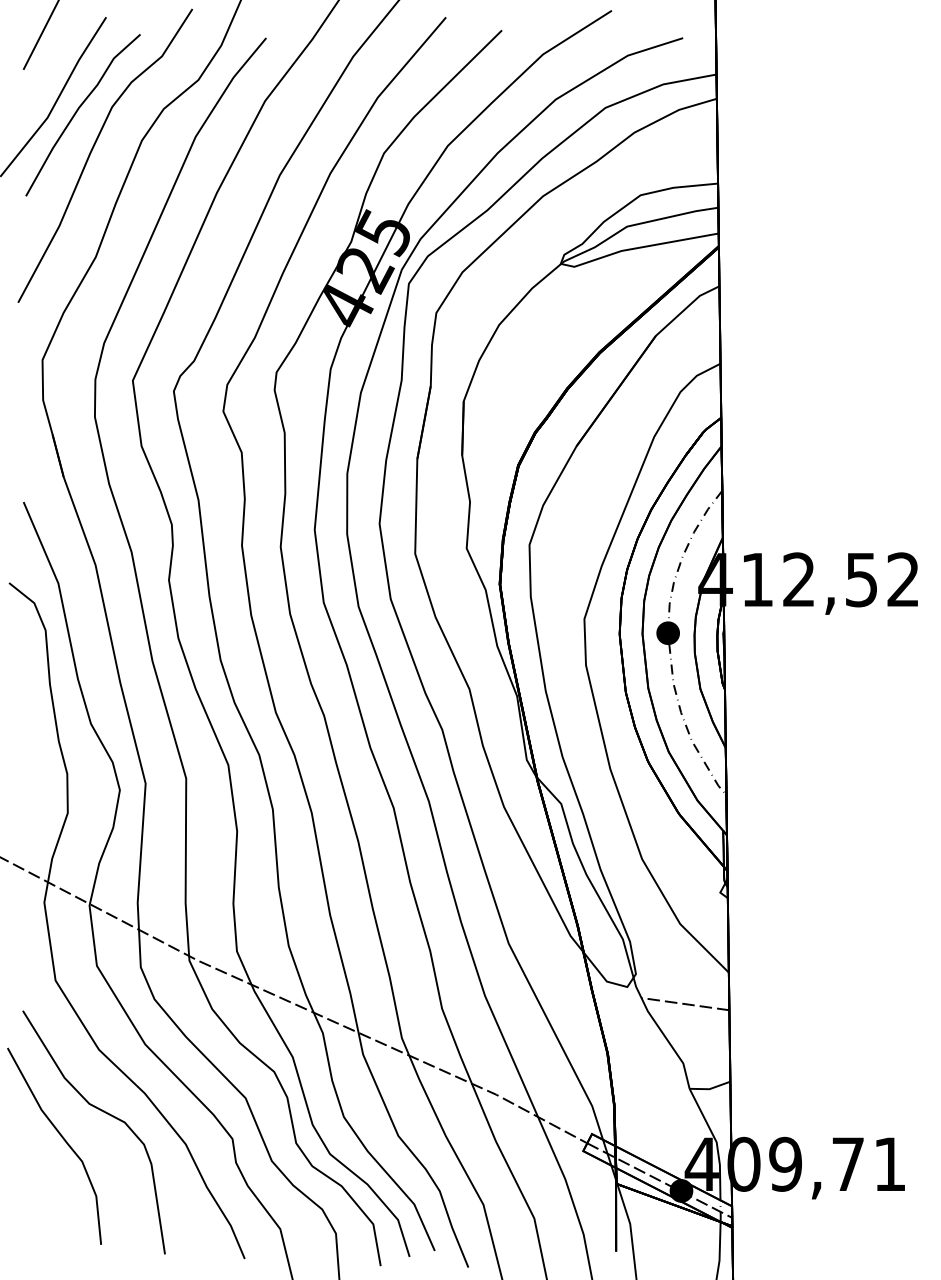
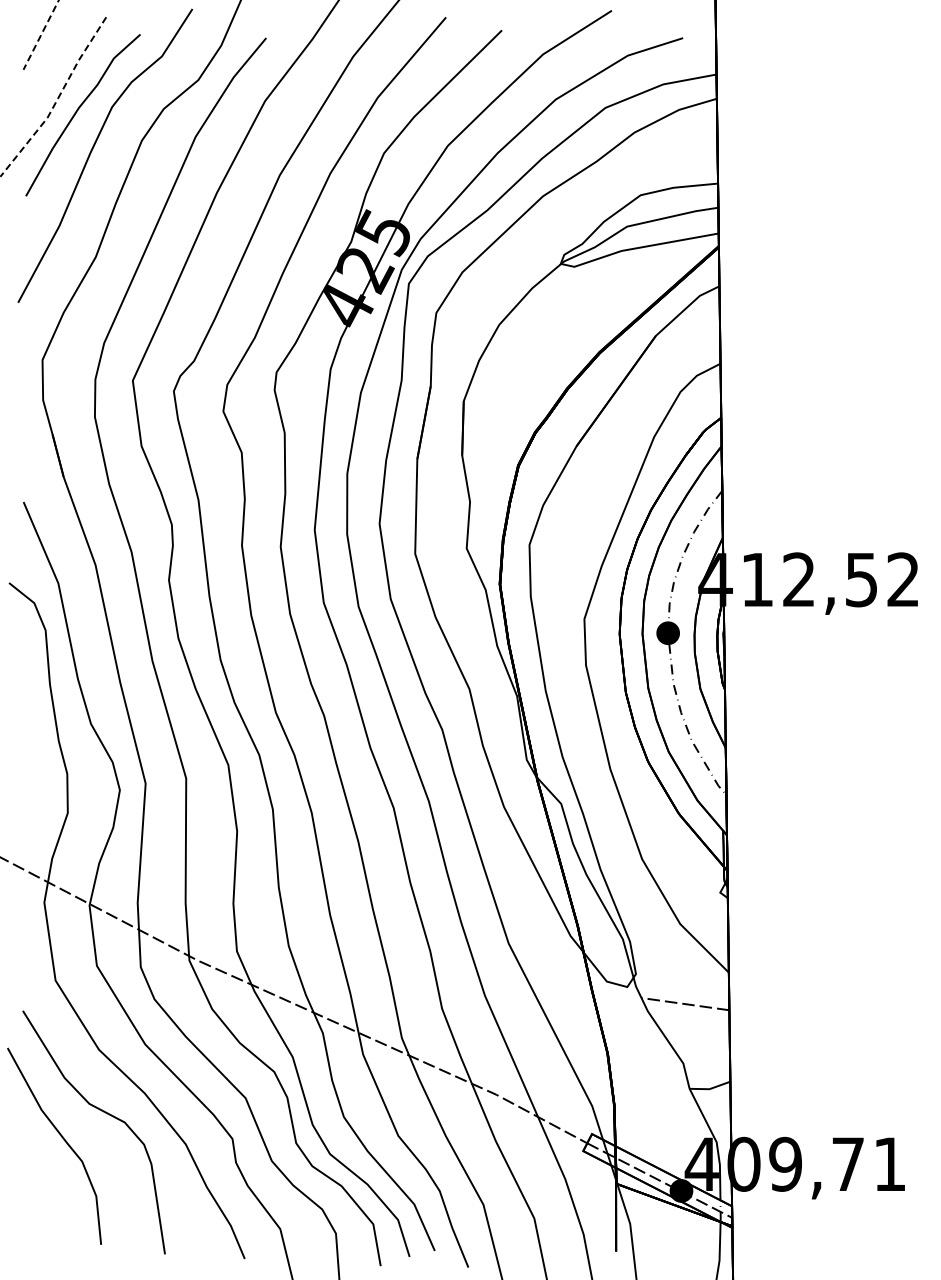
line at (41, 35): solid -> dashed
line at (57, 100): solid -> dashed
